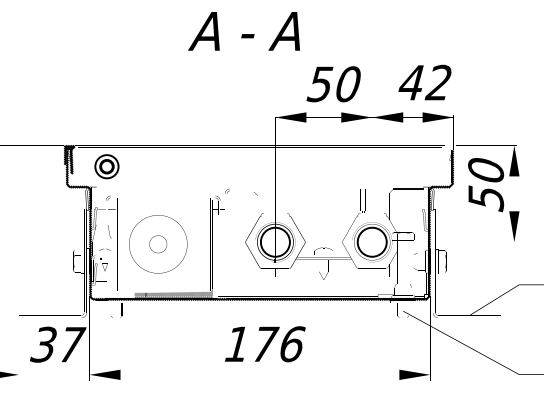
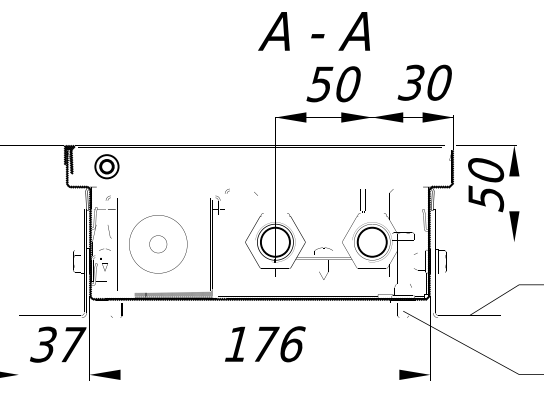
text at (243, 31) position: (243, 31) -> (313, 31)
text at (424, 82): 42 -> 30
line at (407, 189): present -> none
